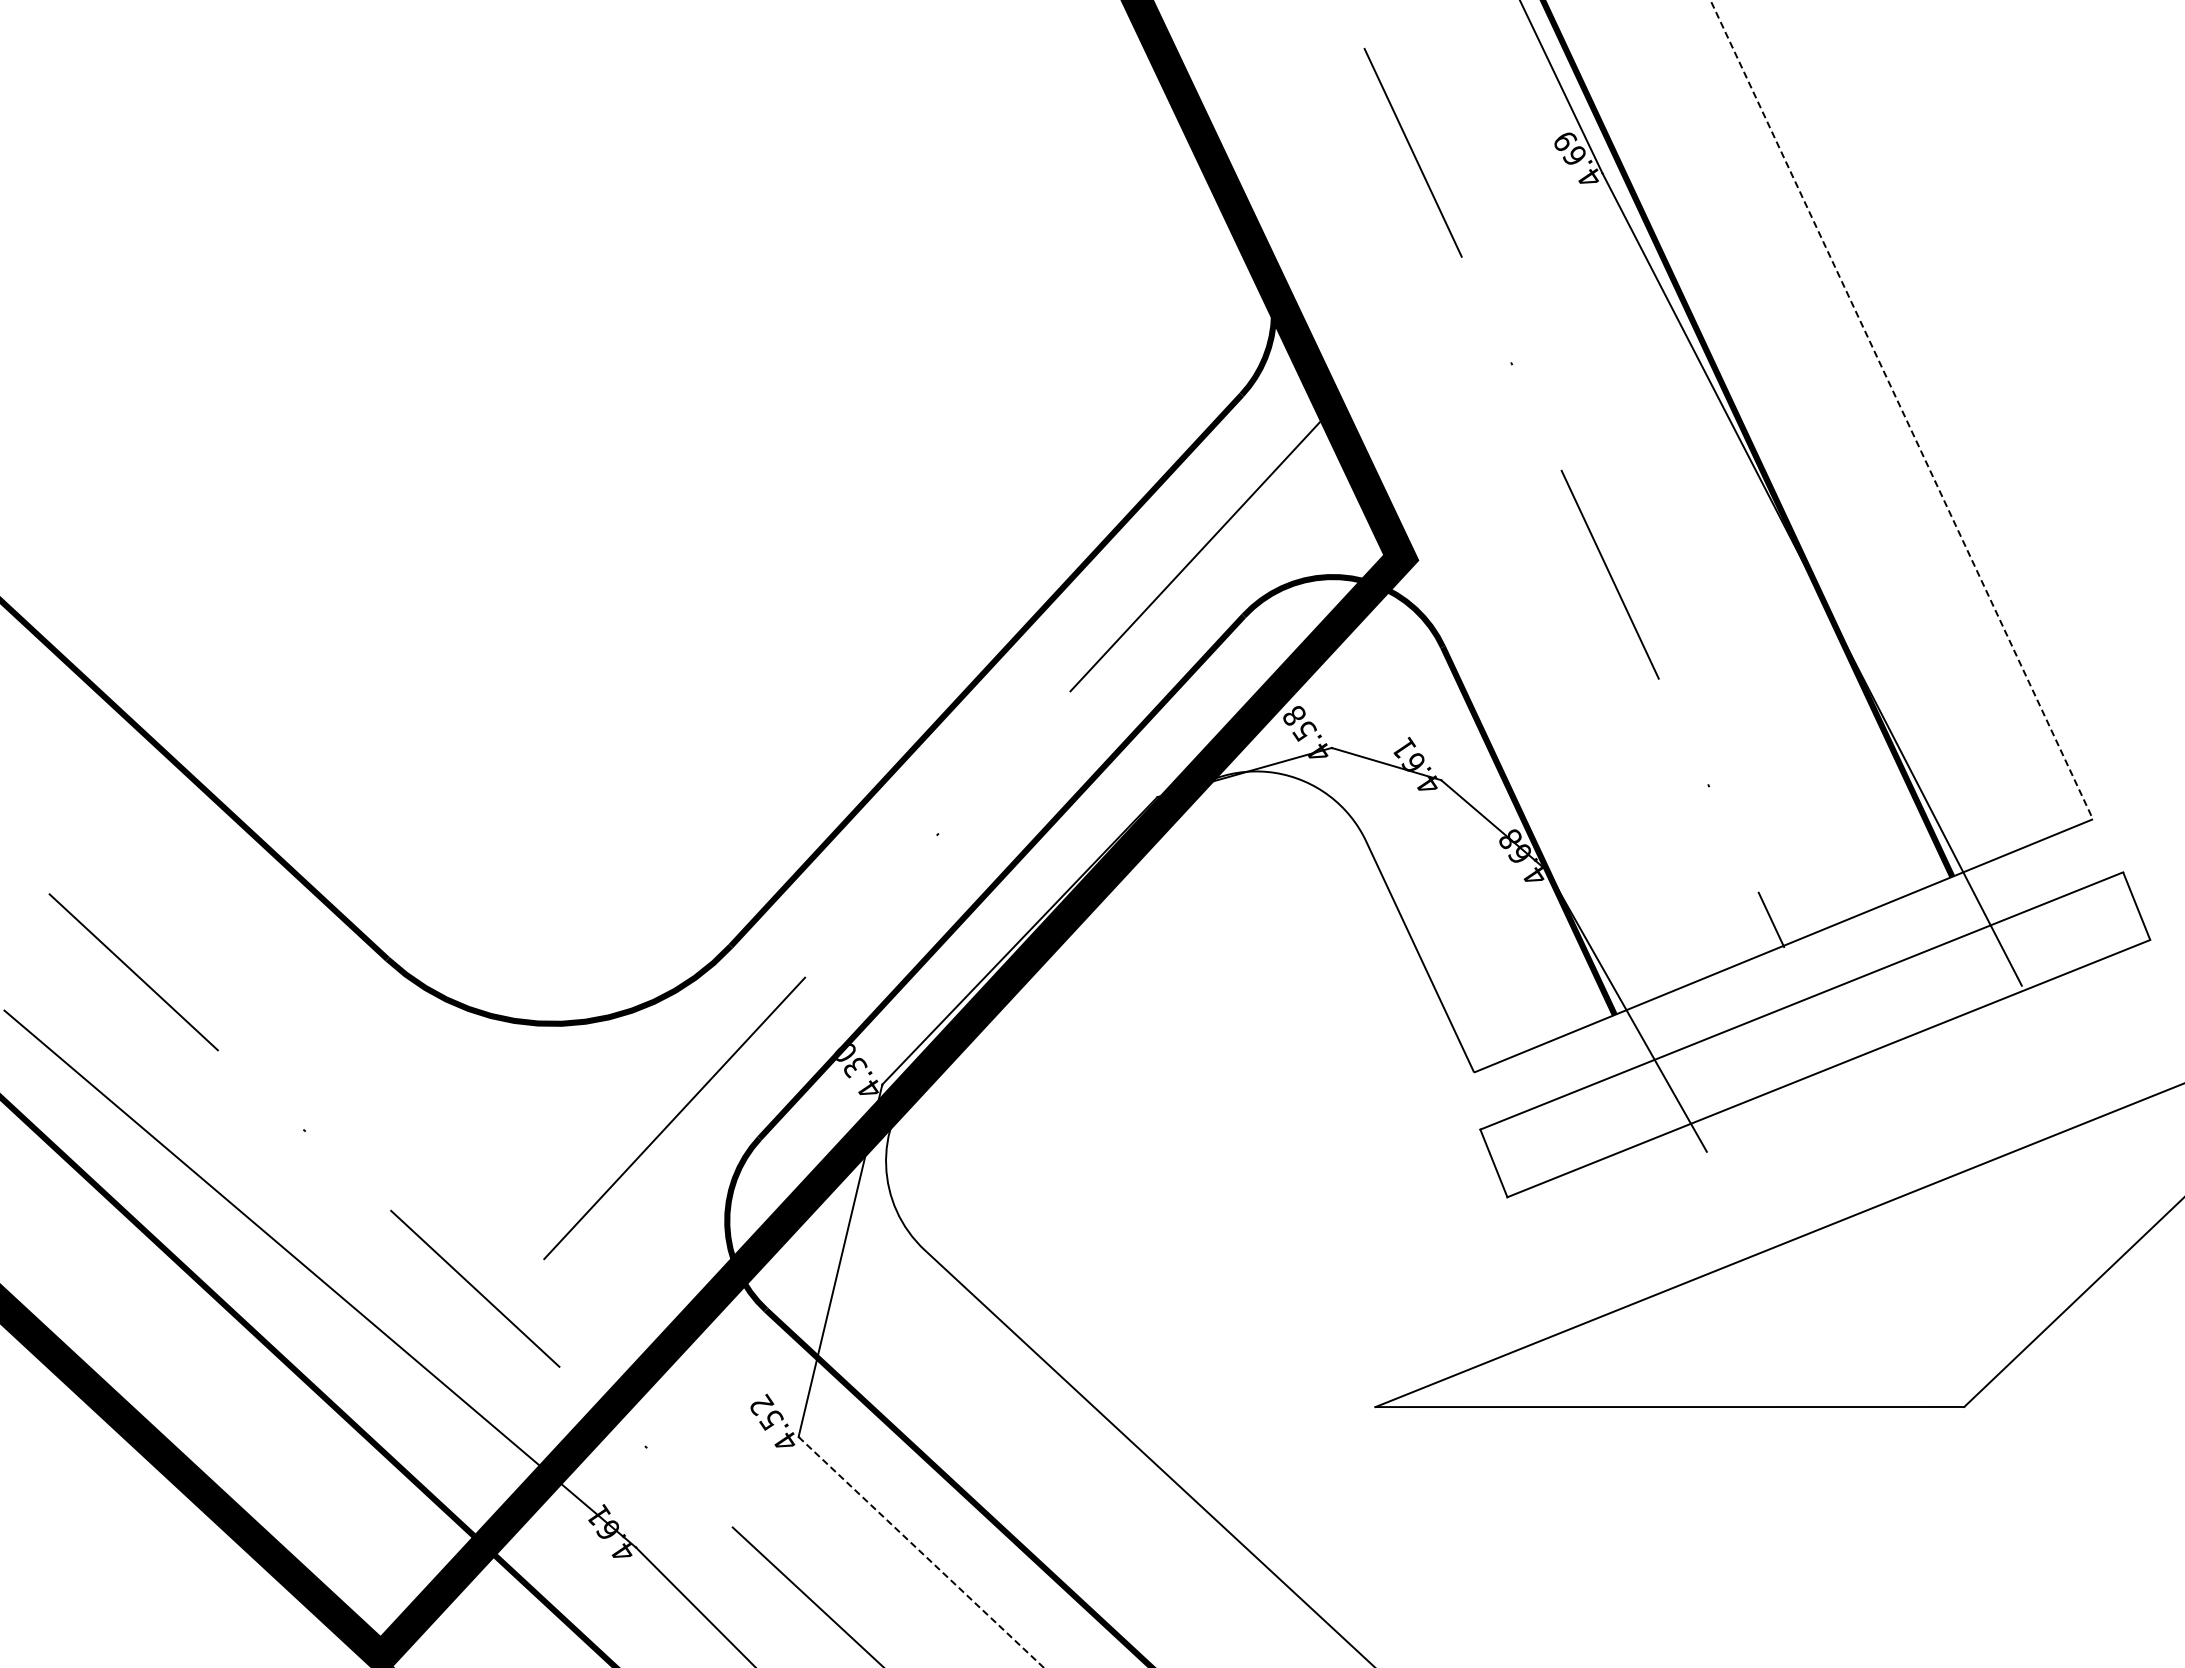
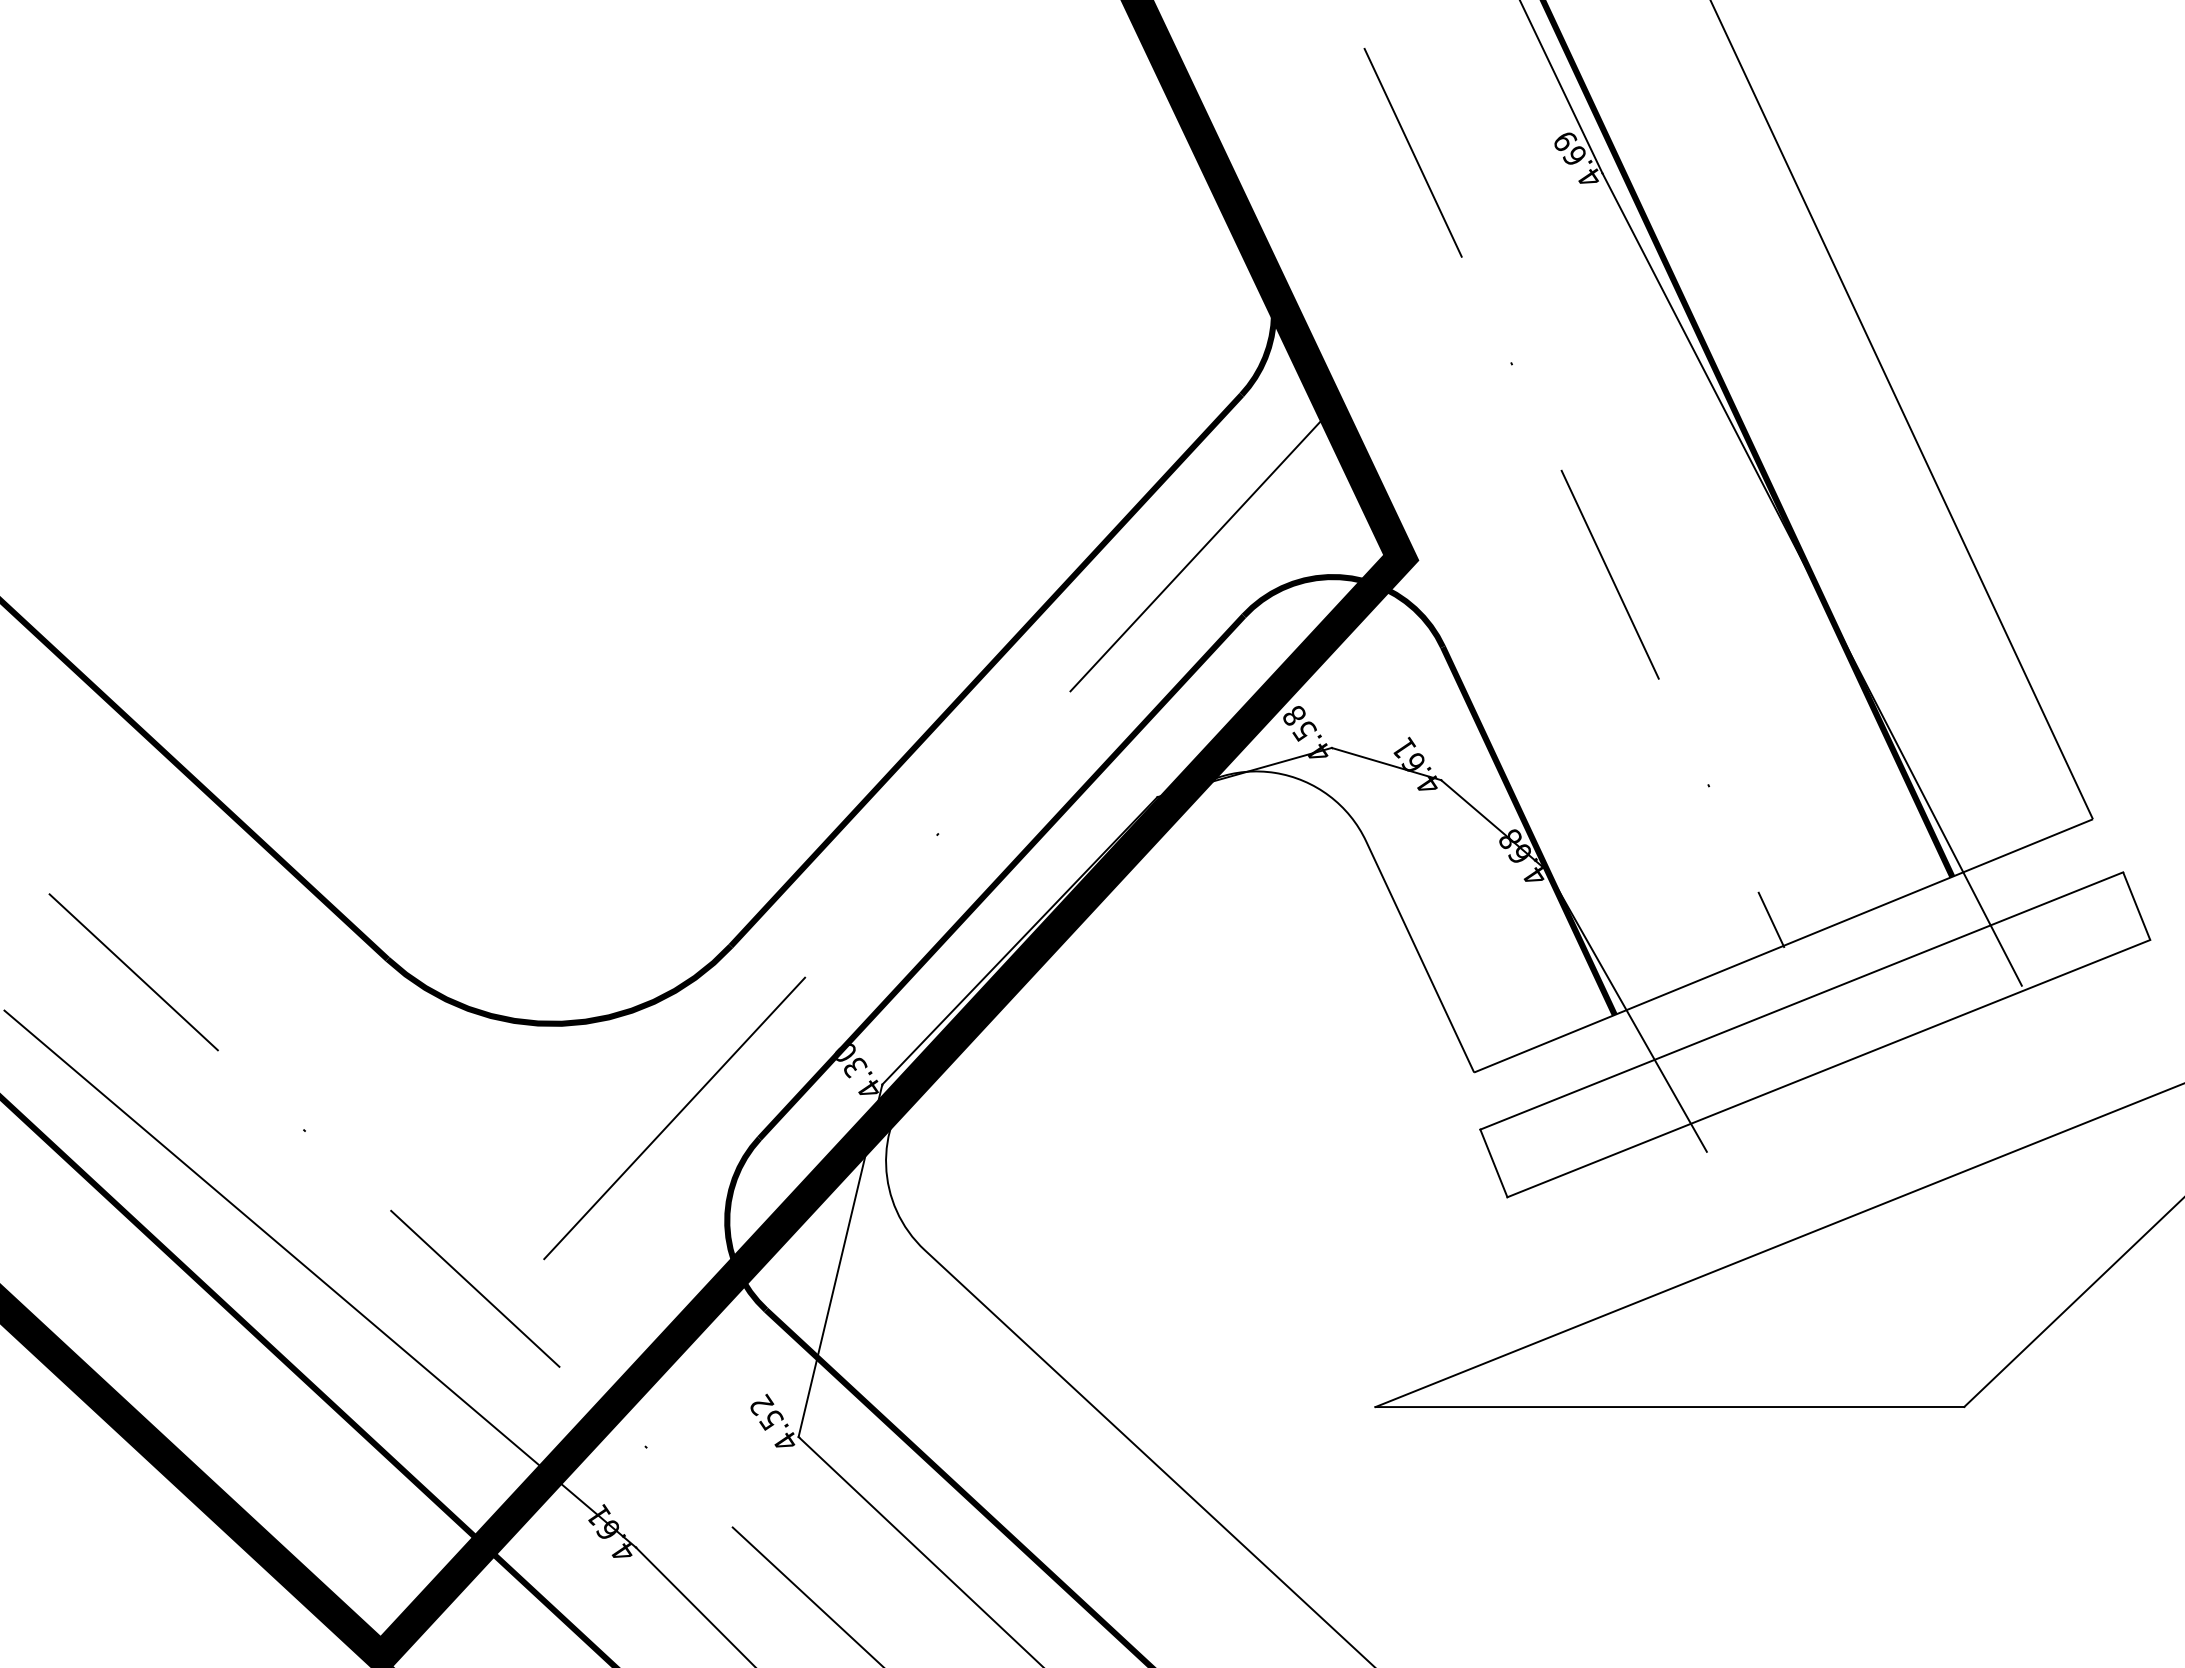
line at (1901, 410): dashed -> solid
line at (921, 1552): dashed -> solid
